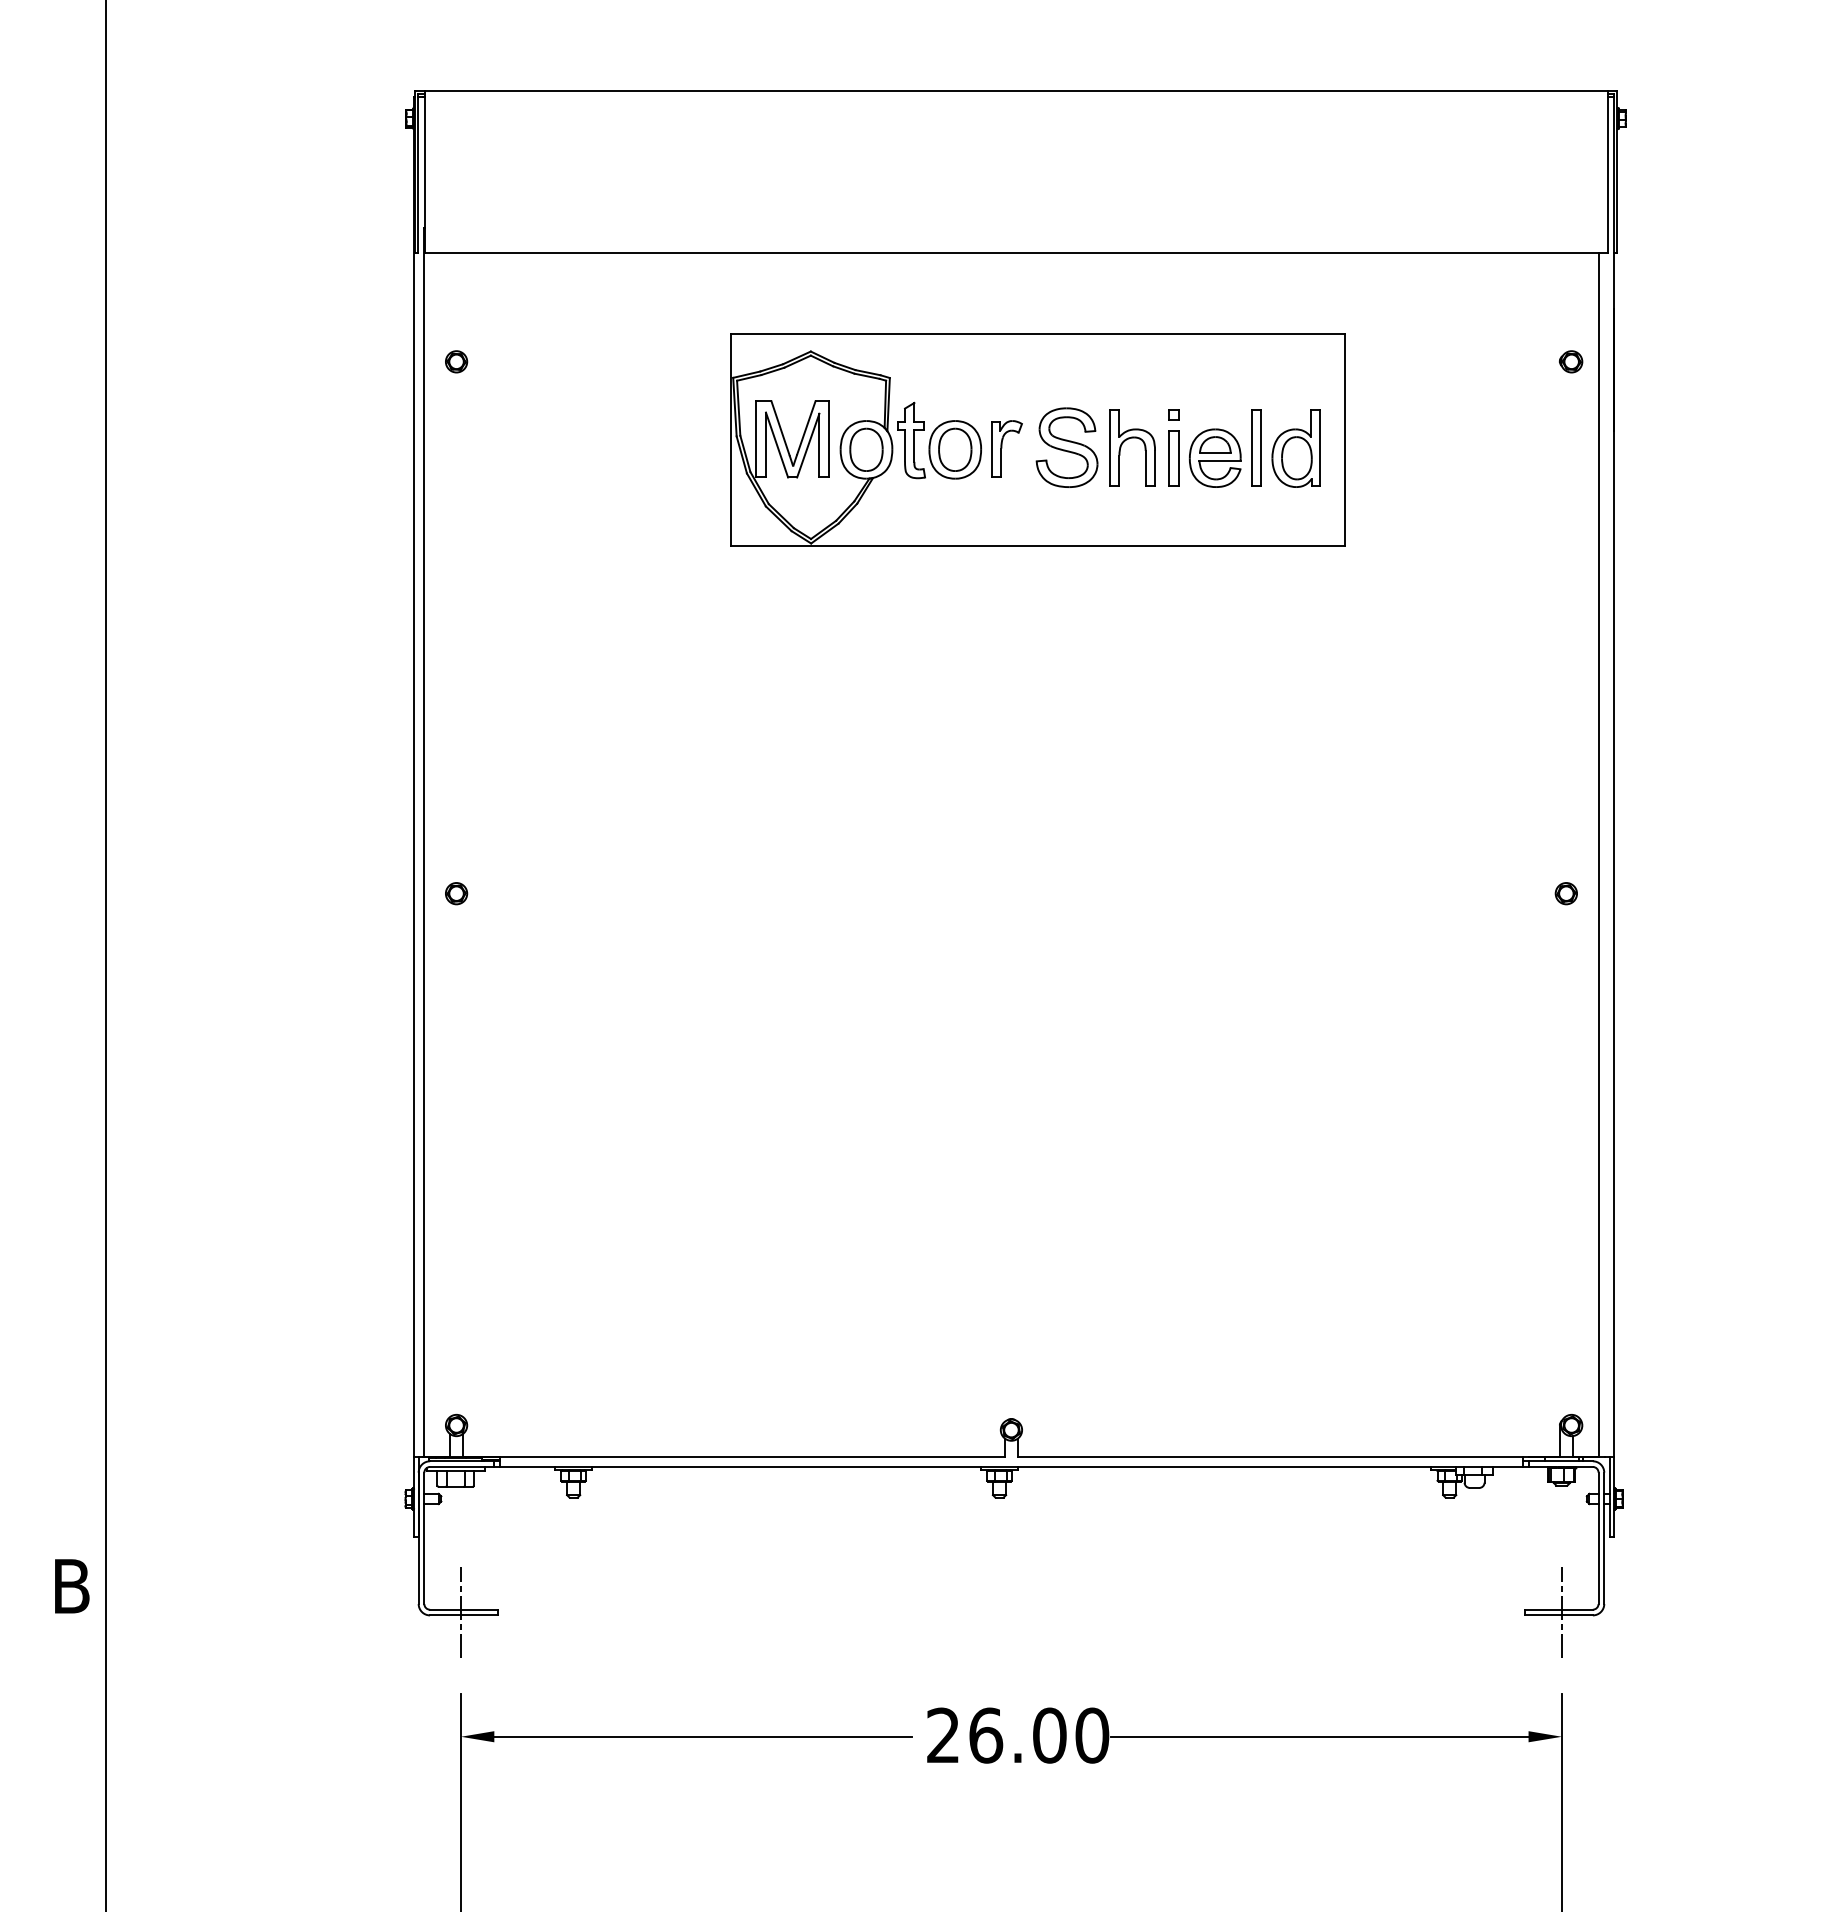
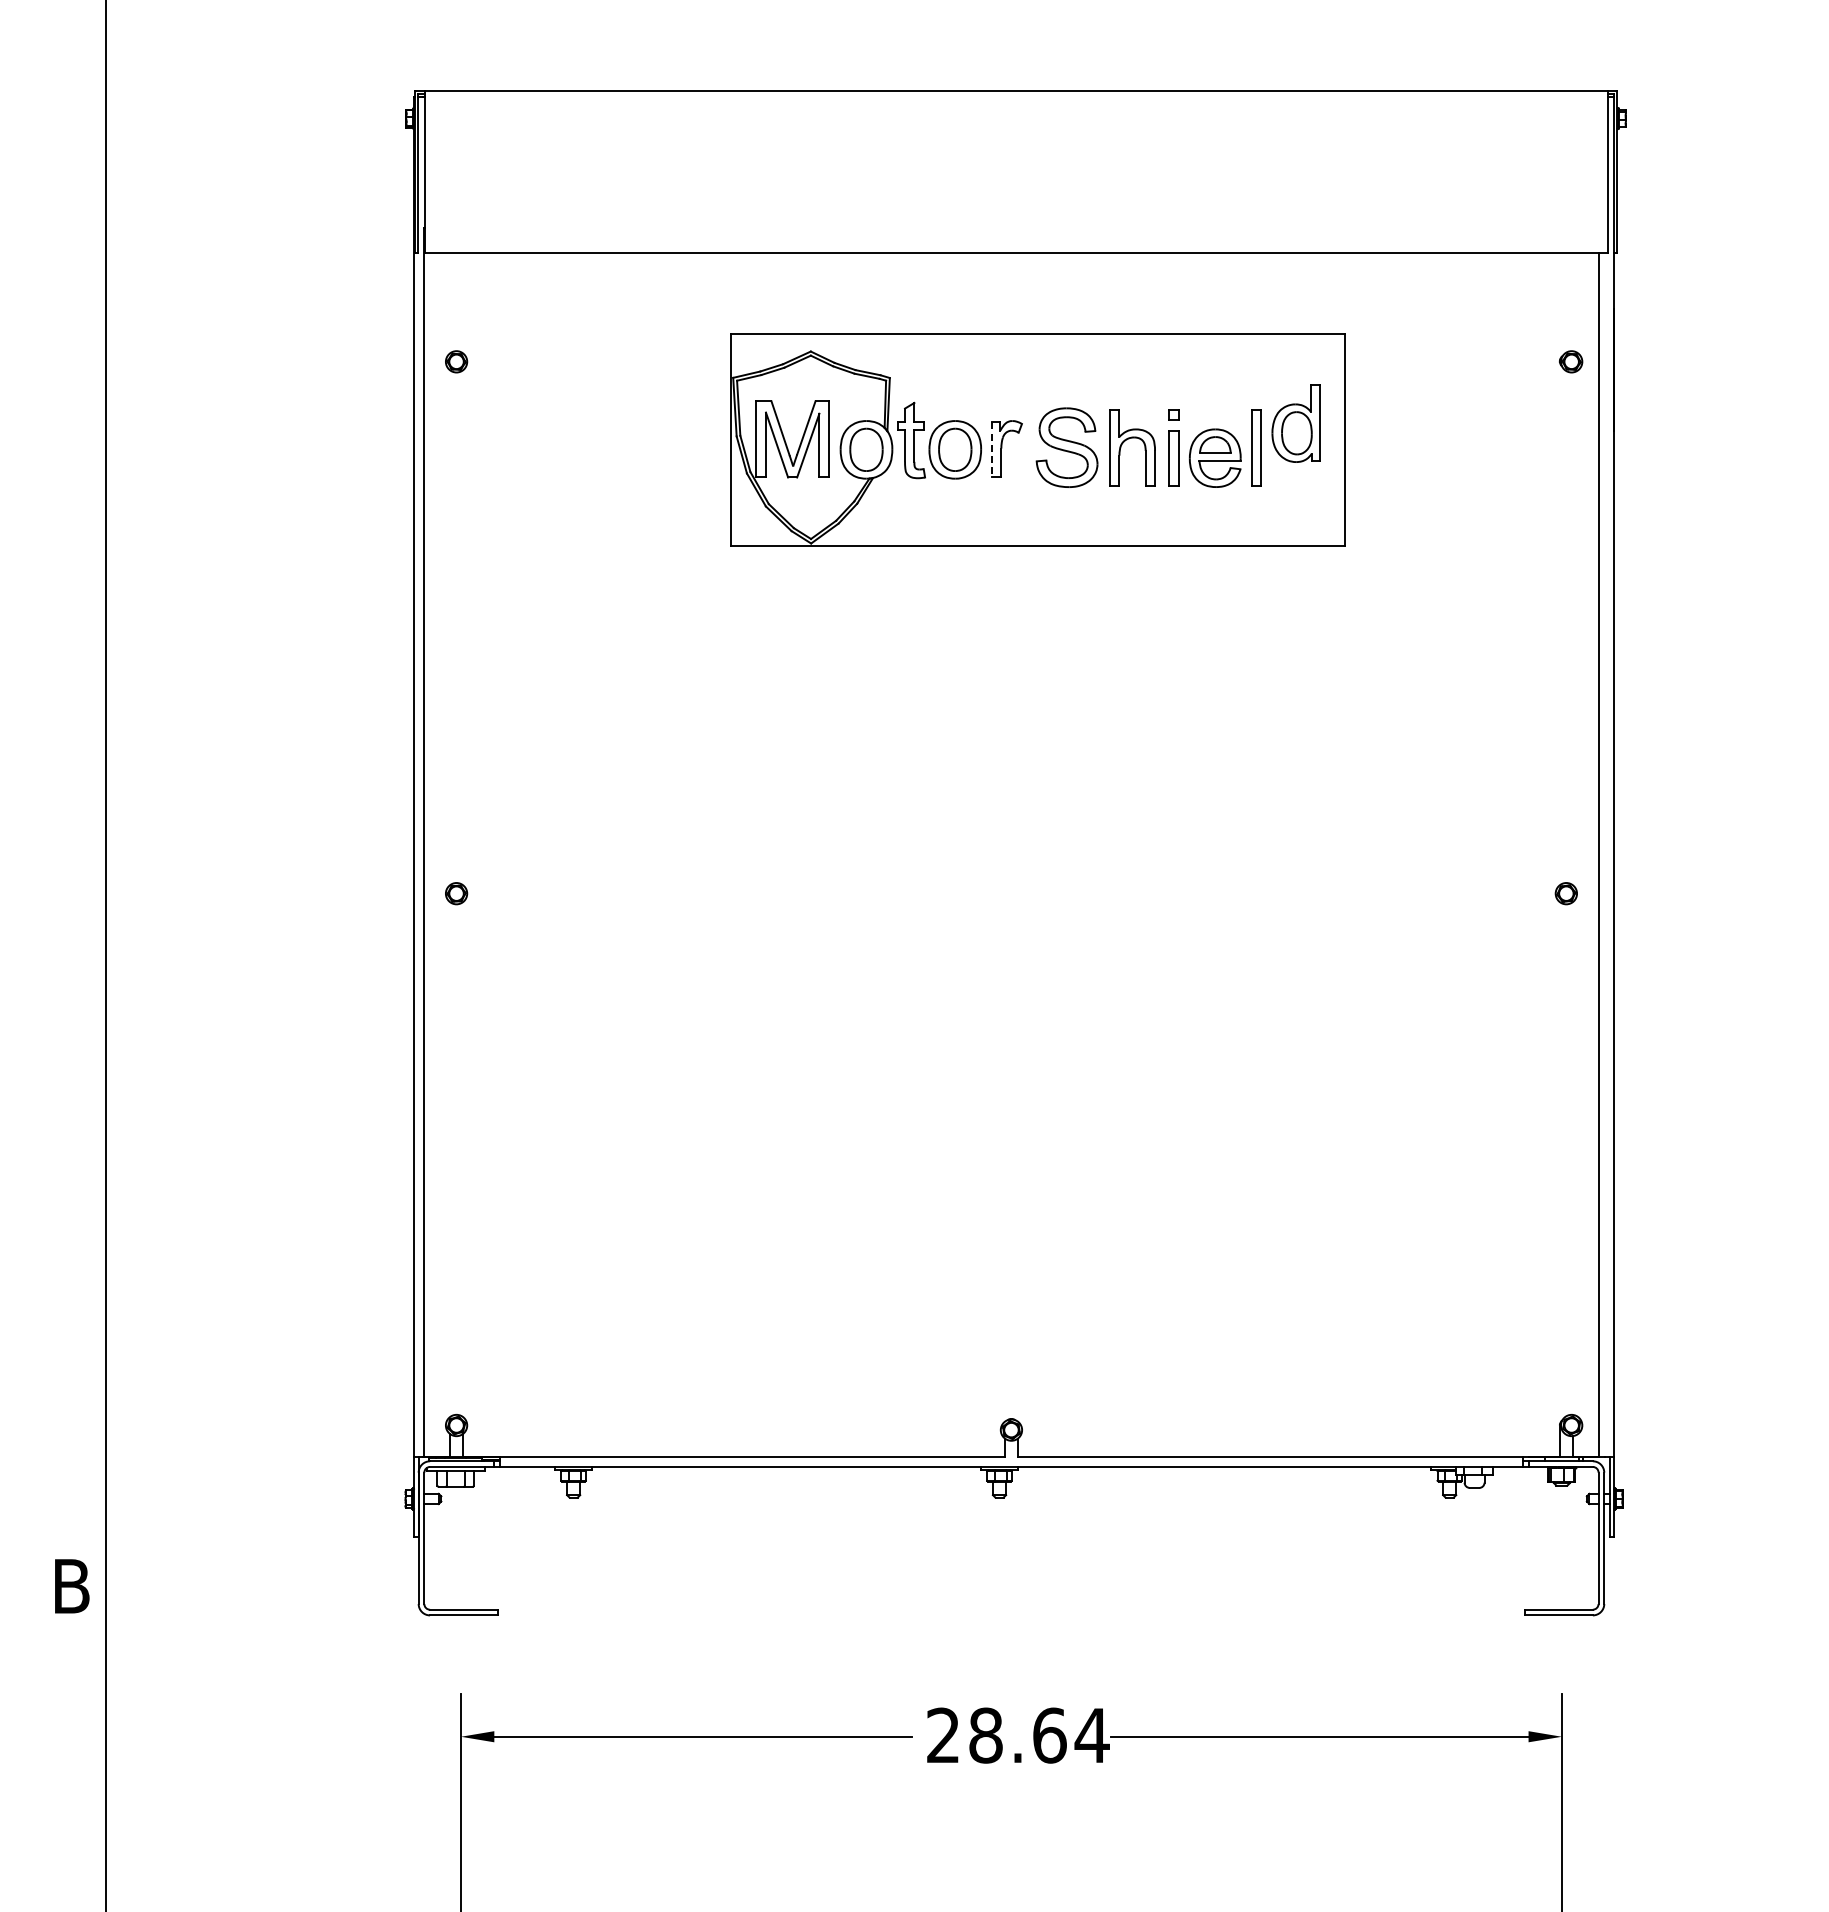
part at (1295, 448) position: (1295, 448) -> (1295, 423)
line at (991, 449): solid -> dashed
line at (461, 1612): present -> none
line at (1561, 1612): present -> none
text at (1039, 1735): 26.00 -> 28.64
